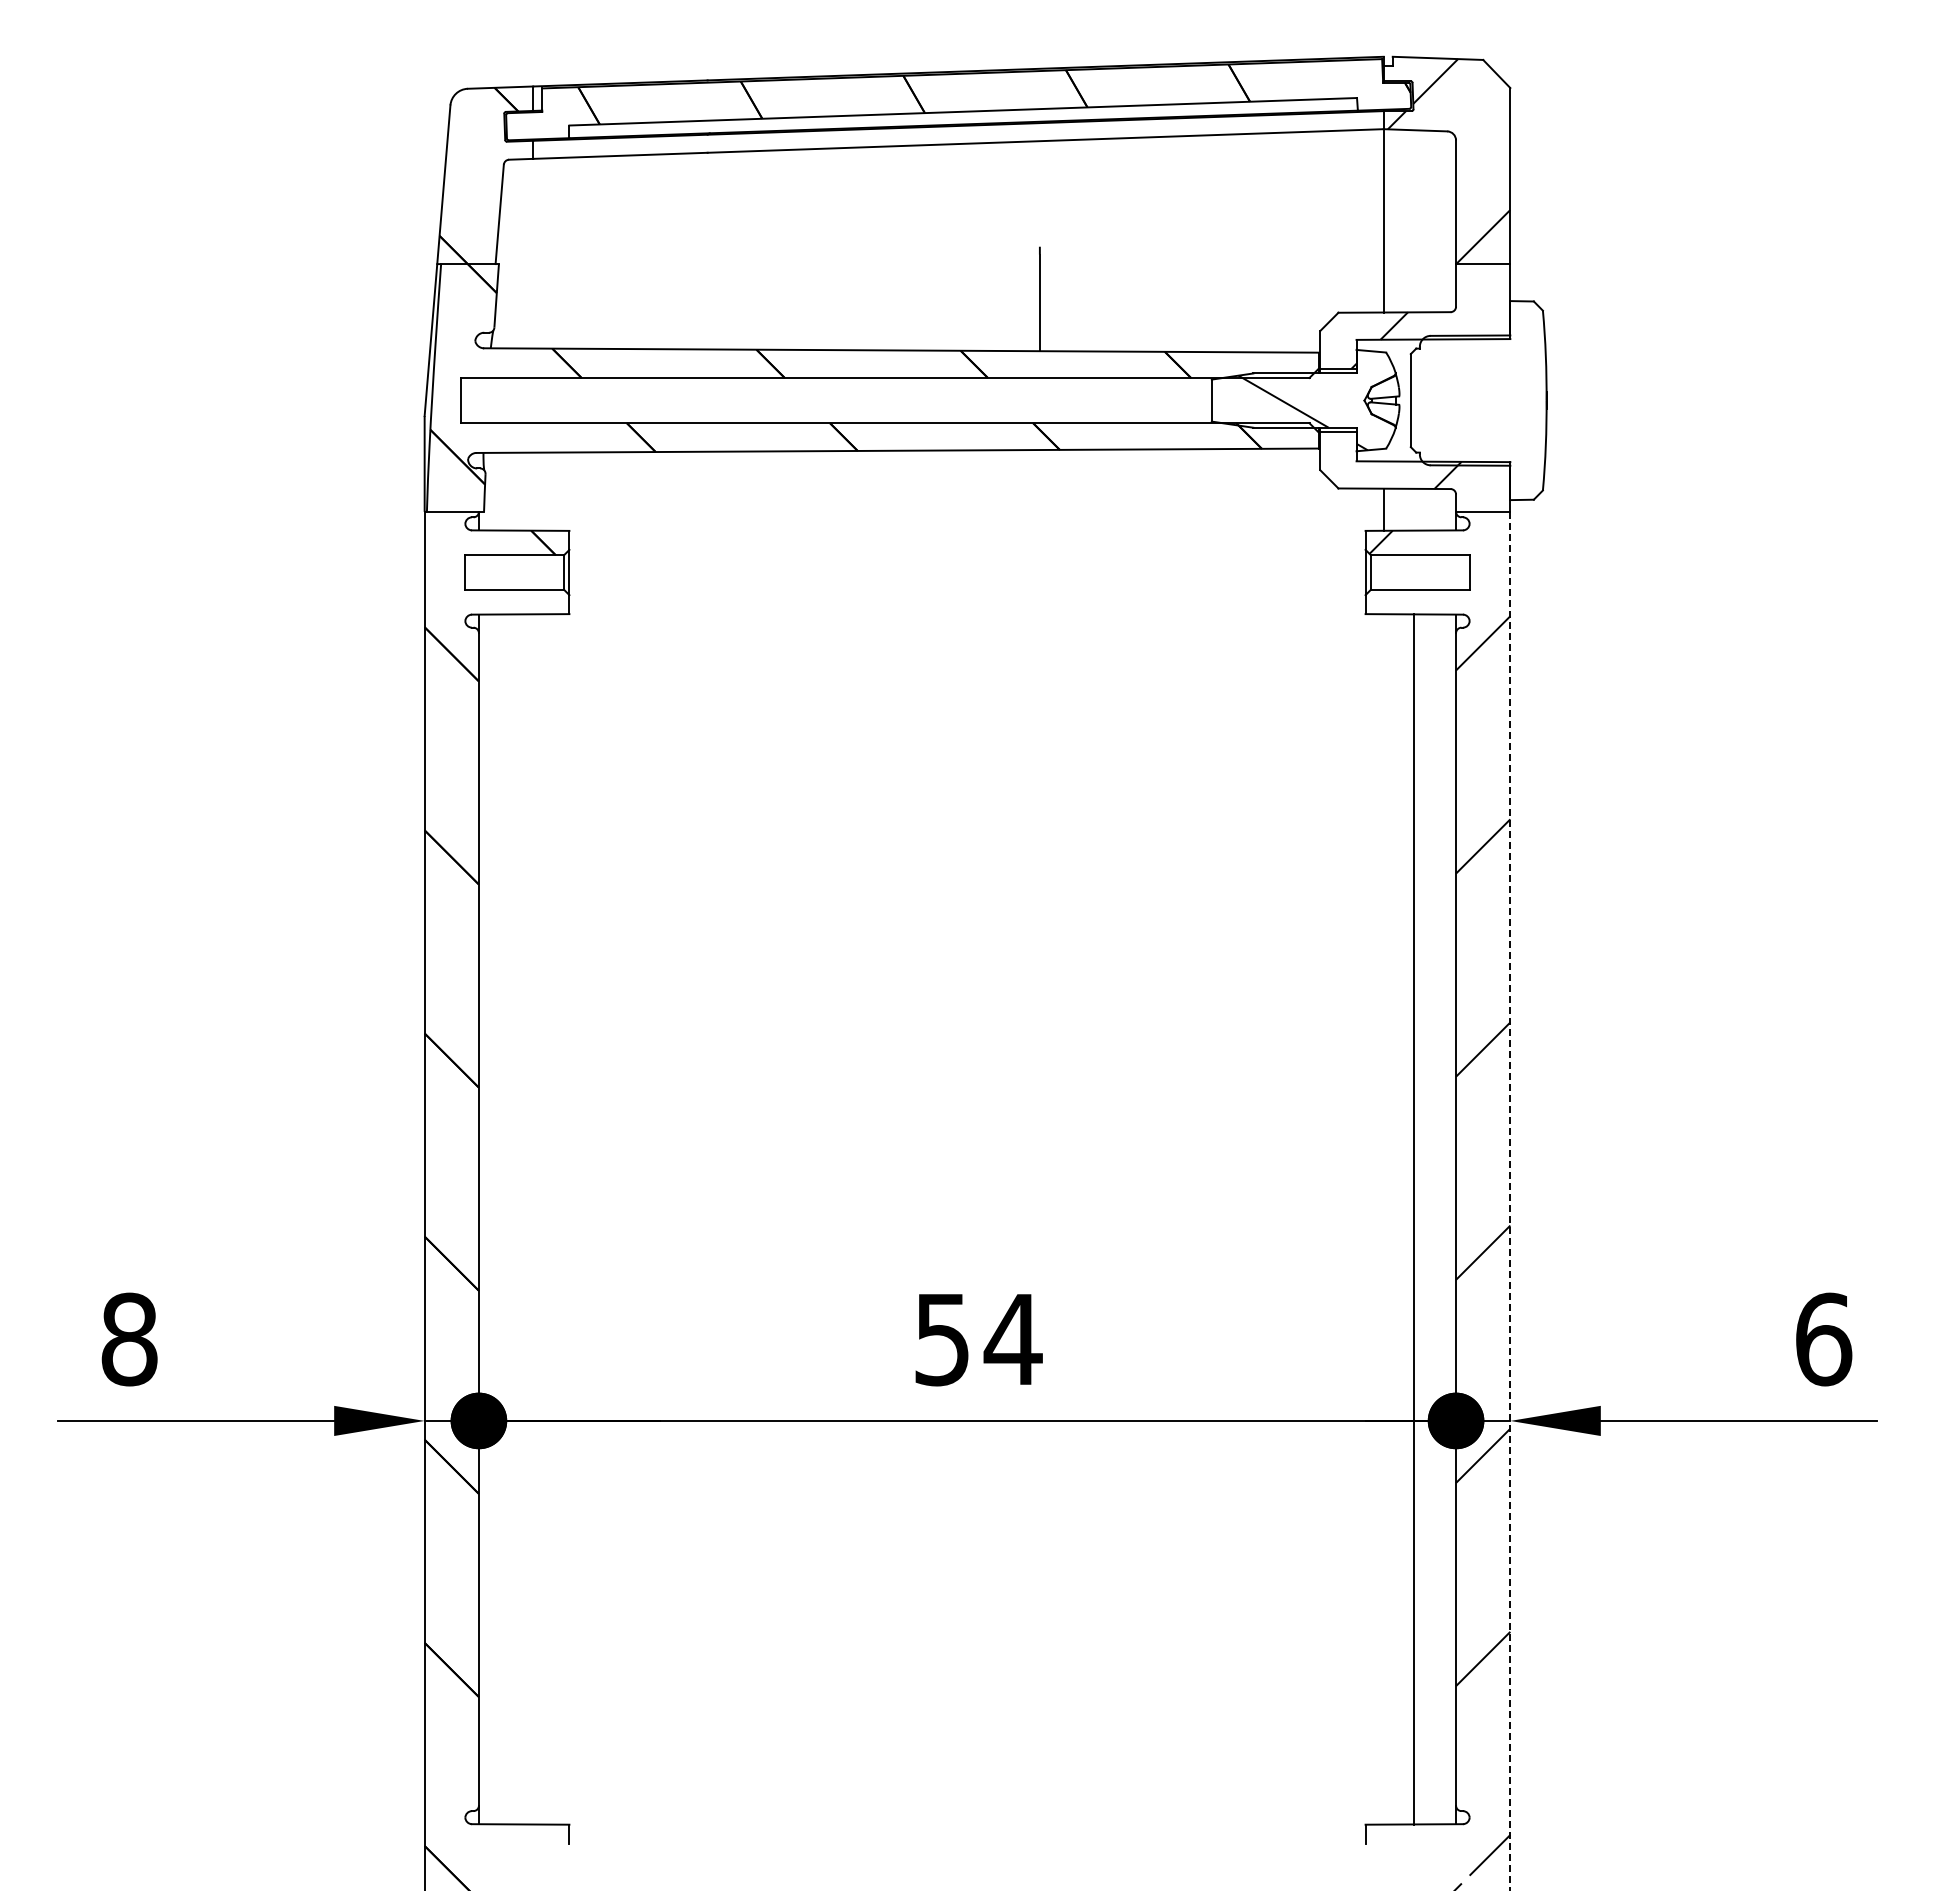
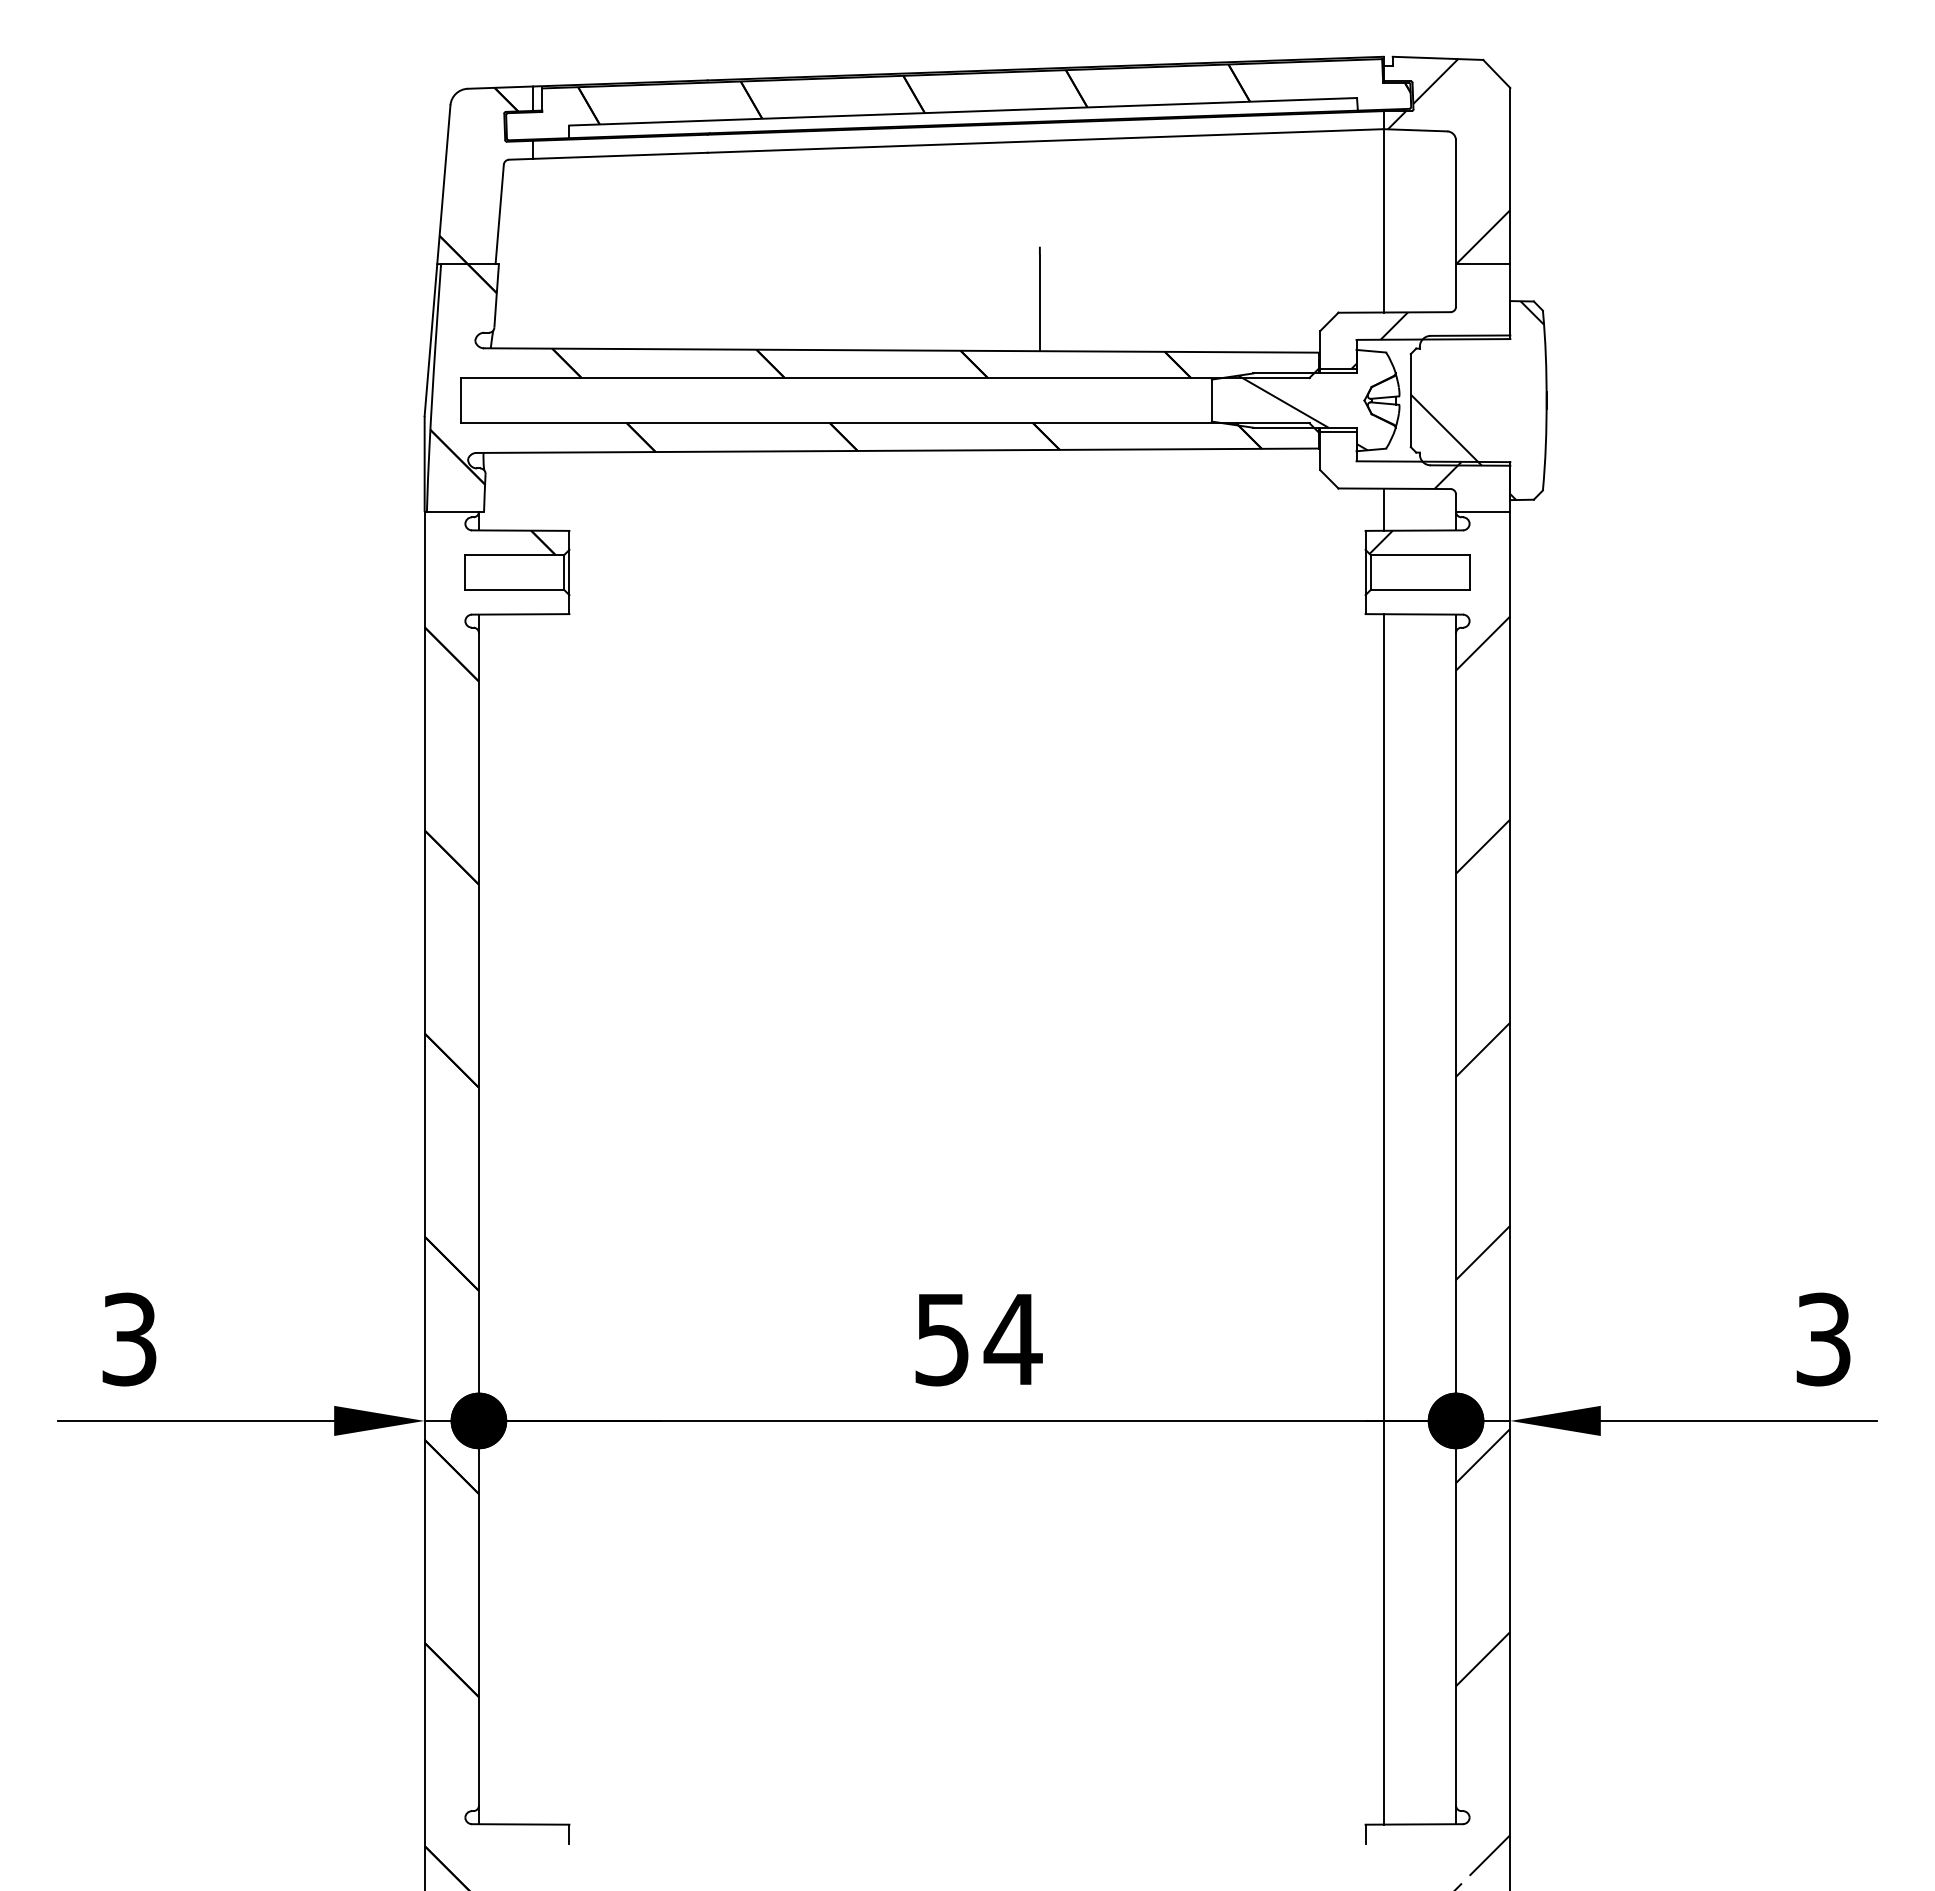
hatch at (1477, 400): none -> present
line at (1510, 1200): dashed -> solid
line at (1413, 1219) position: (1413, 1219) -> (1383, 1219)
text at (129, 1339): 8 -> 3
text at (1824, 1339): 6 -> 3
